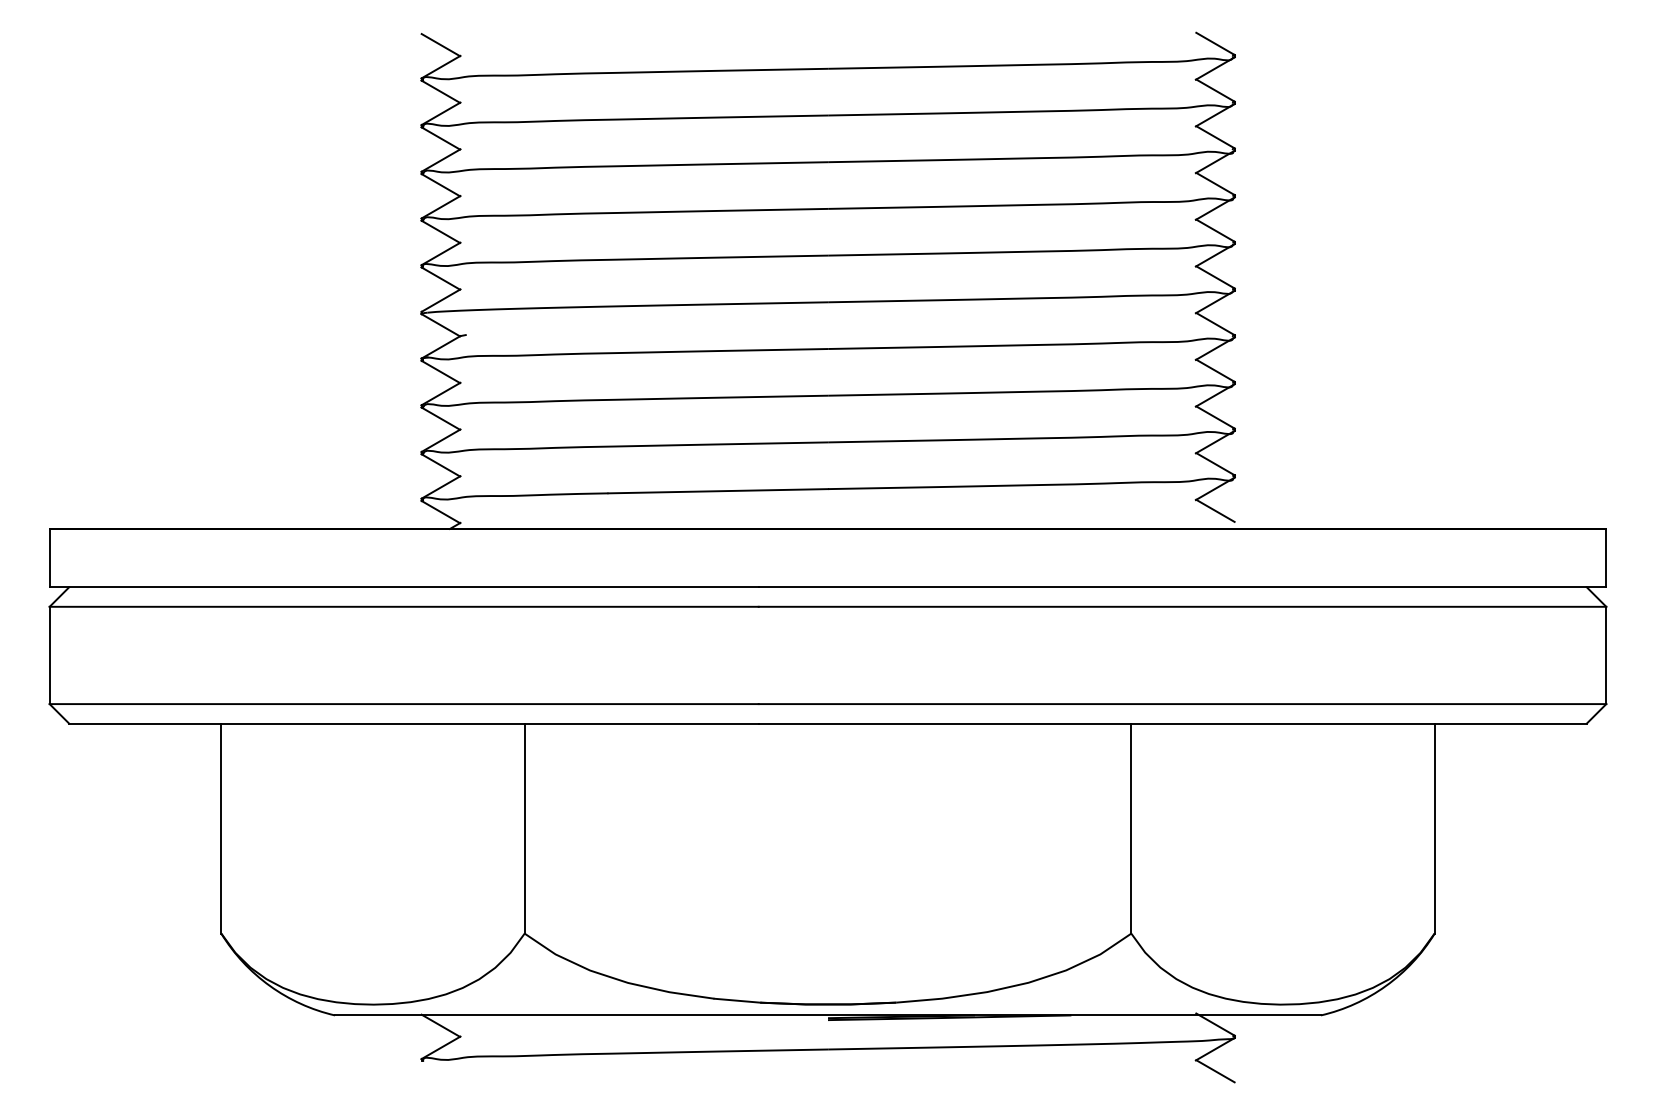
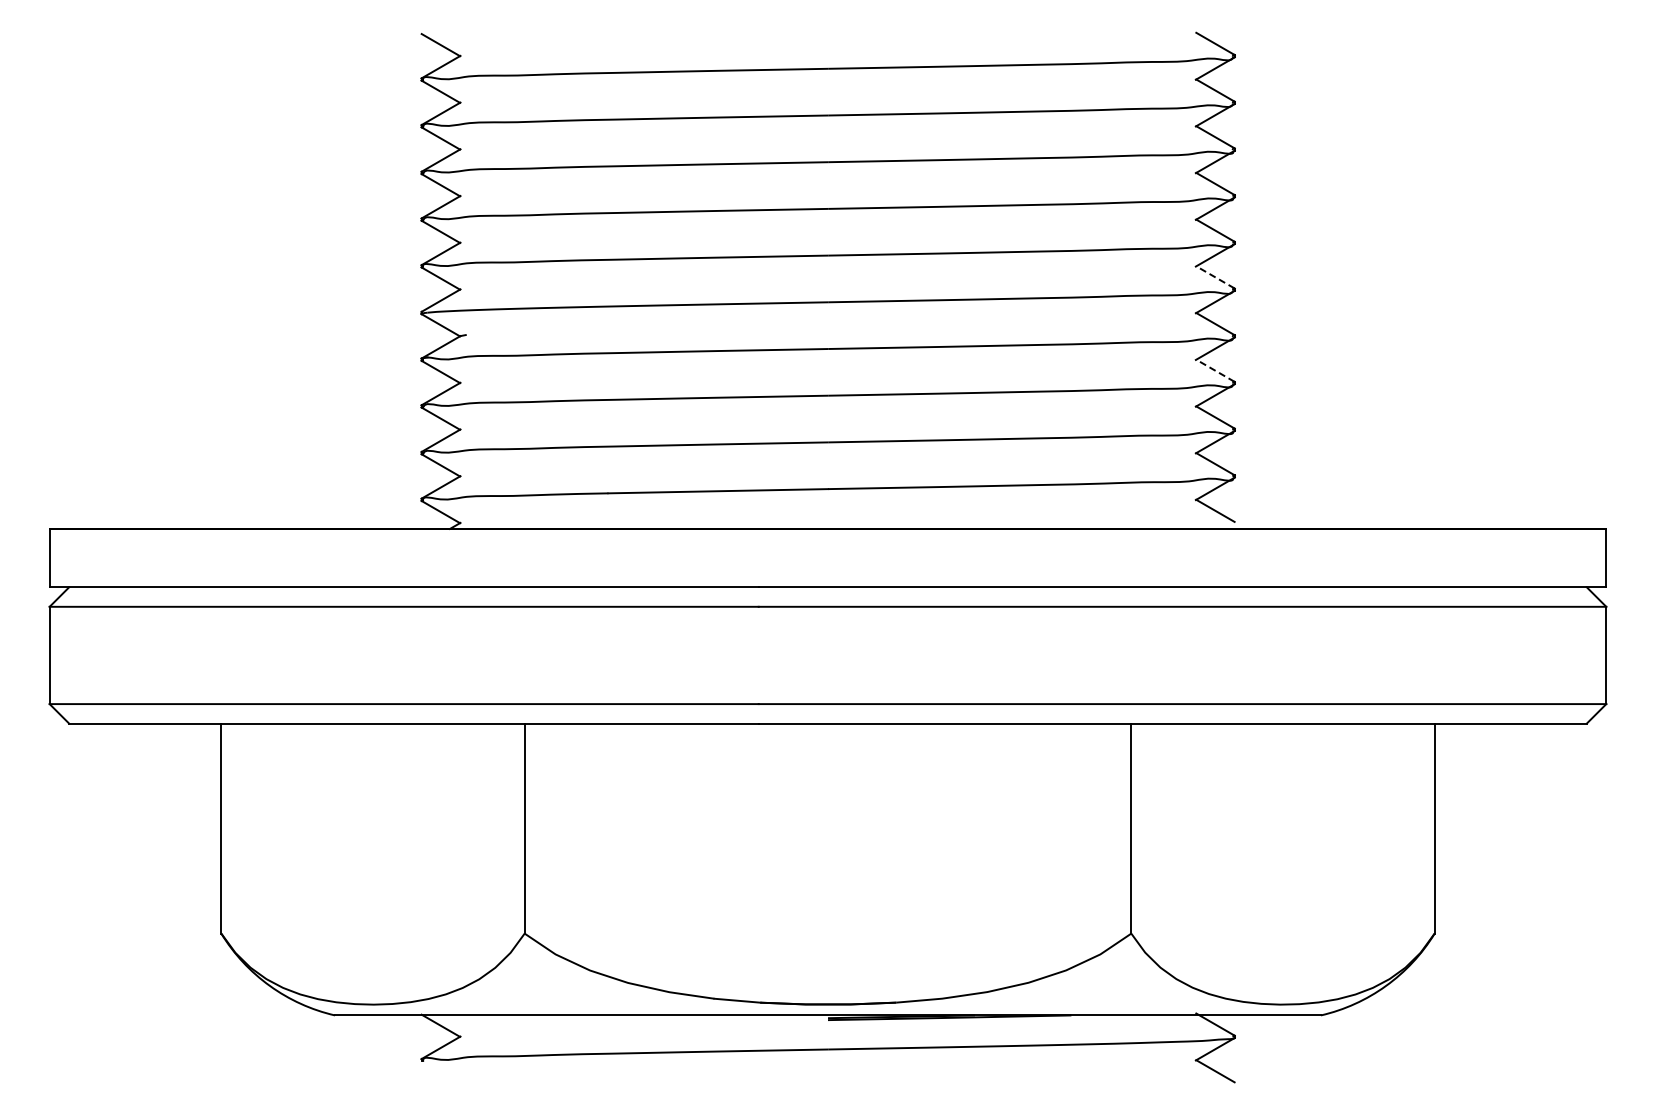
line at (1215, 277): solid -> dashed
line at (1215, 370): solid -> dashed
